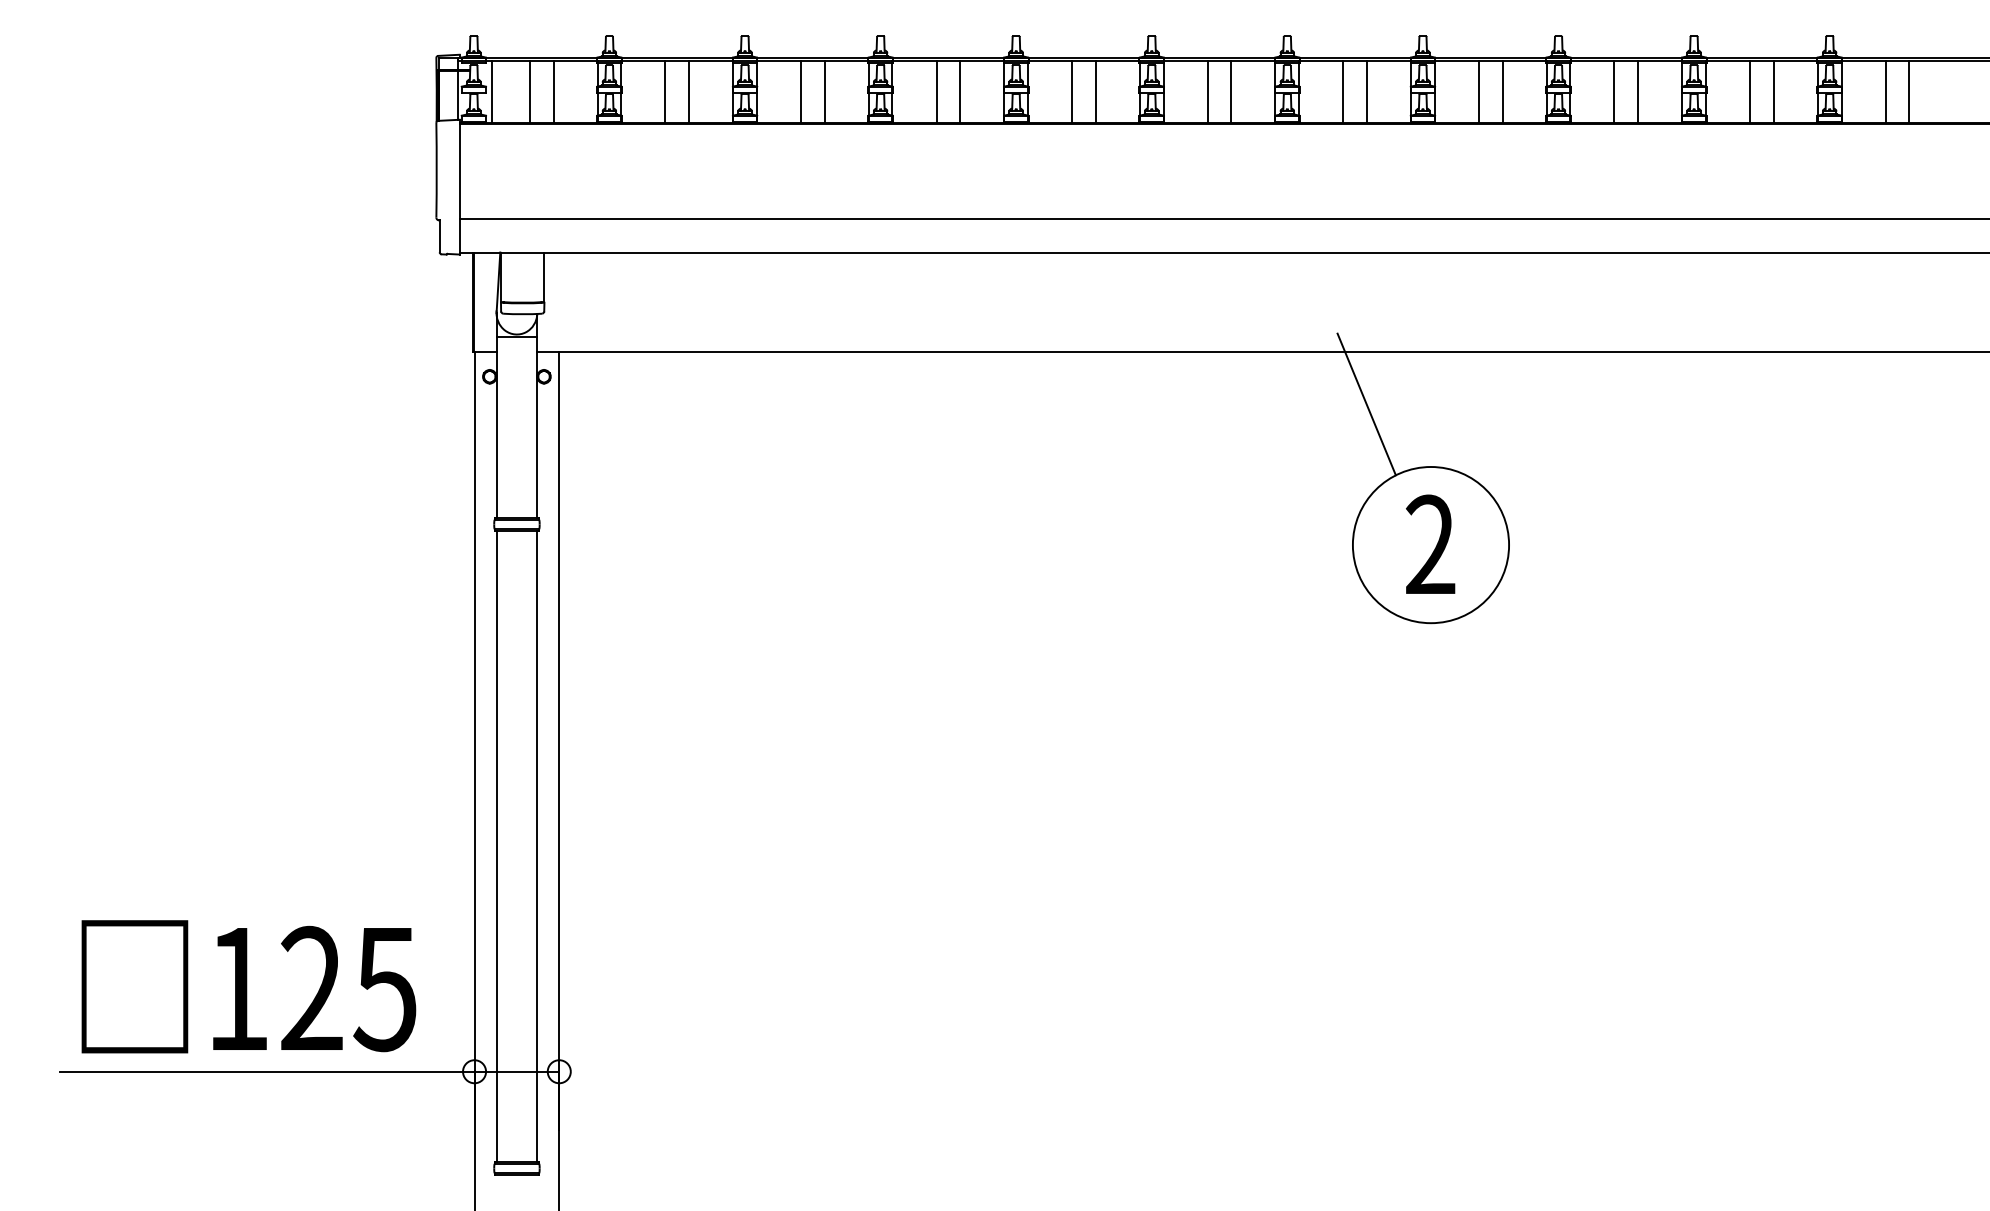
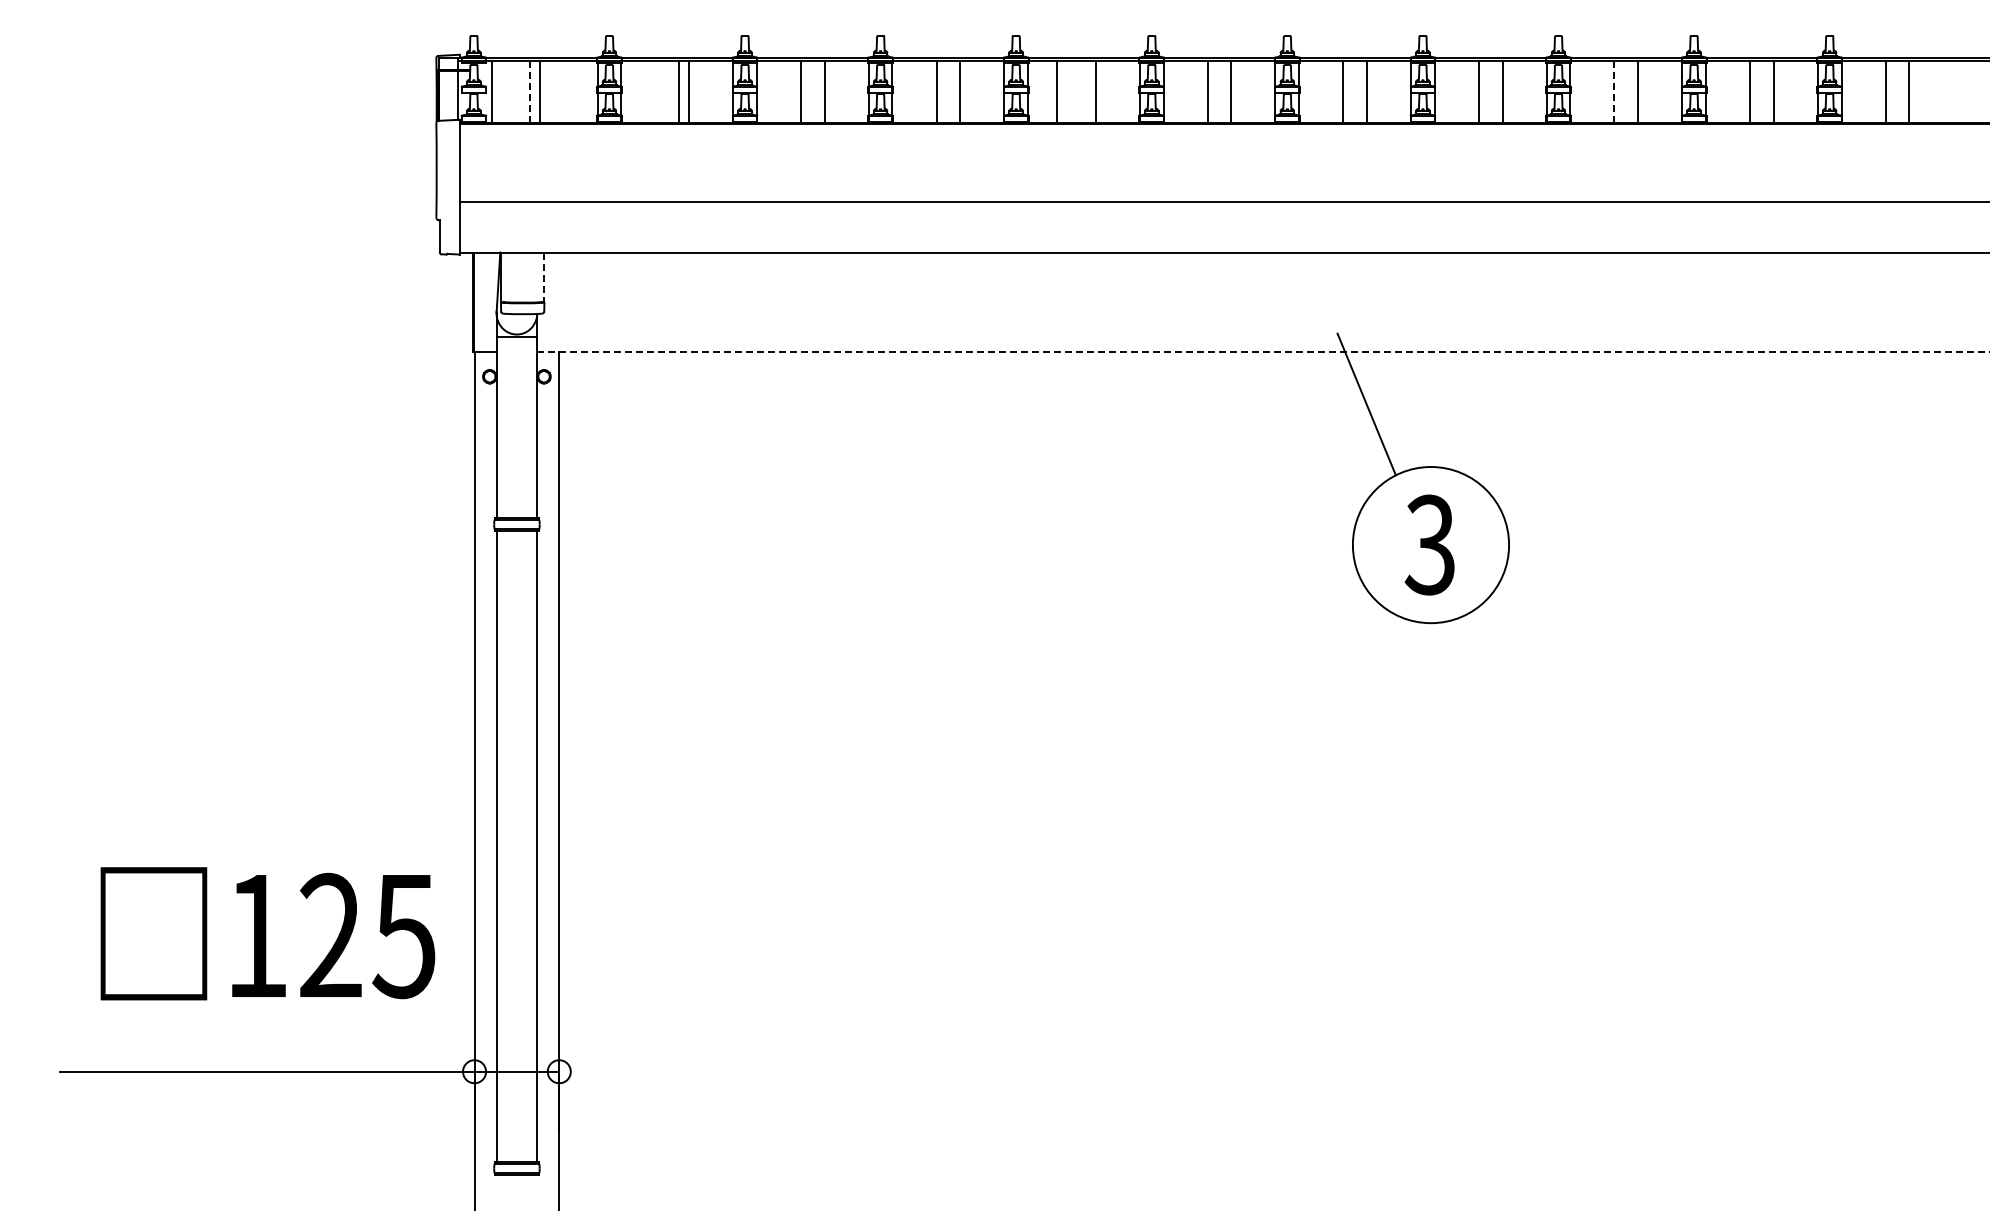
line at (529, 91): solid -> dashed
line at (553, 91) position: (553, 91) -> (539, 91)
line at (665, 91) position: (665, 91) -> (679, 91)
line at (1072, 91) position: (1072, 91) -> (1057, 91)
line at (1614, 91): solid -> dashed
line at (1222, 218) position: (1222, 218) -> (1222, 201)
line at (544, 277): solid -> dashed
line at (1263, 351): solid -> dashed
text at (1429, 544): 2 -> 3
text at (248, 986) position: (248, 986) -> (267, 933)
